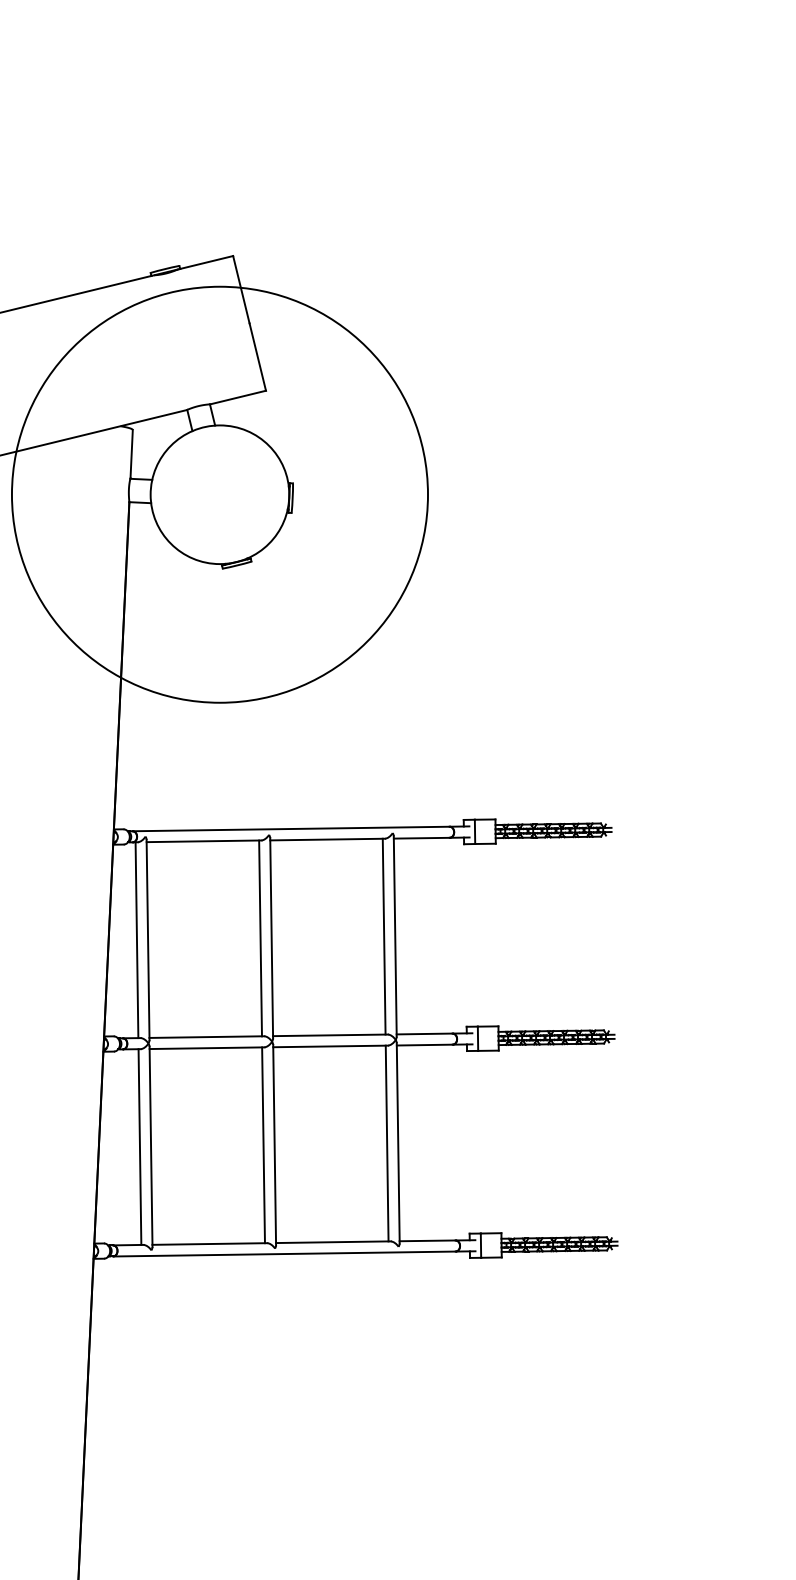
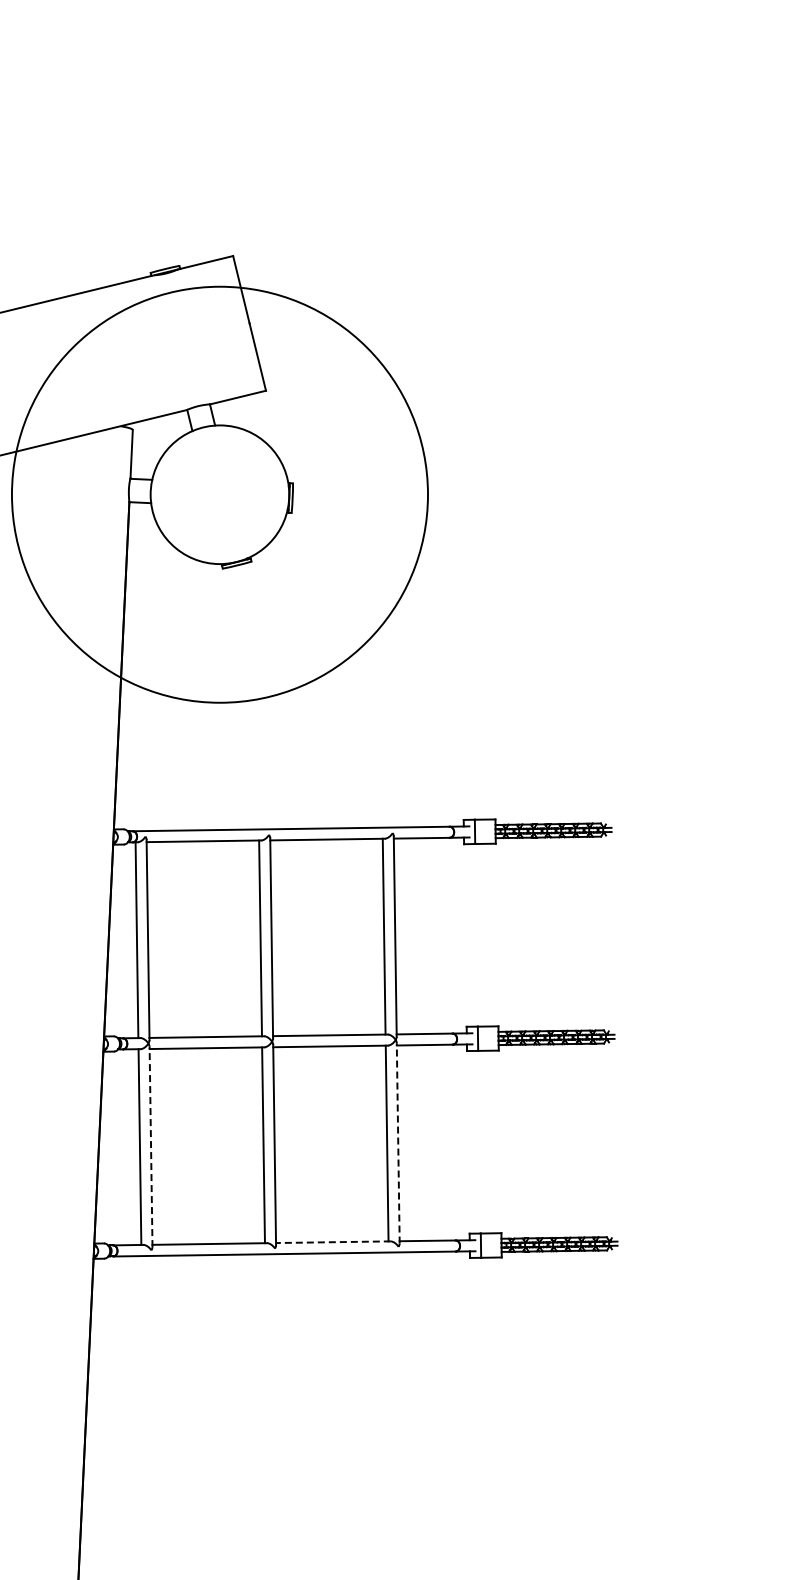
line at (398, 1142): solid -> dashed
line at (151, 1146): solid -> dashed
line at (332, 1242): solid -> dashed
